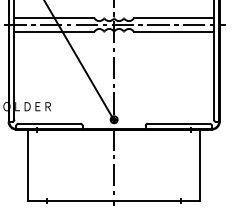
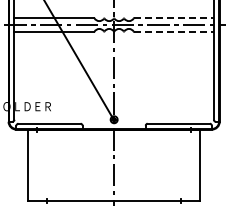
line at (173, 18): solid -> dashed
line at (173, 31): solid -> dashed
